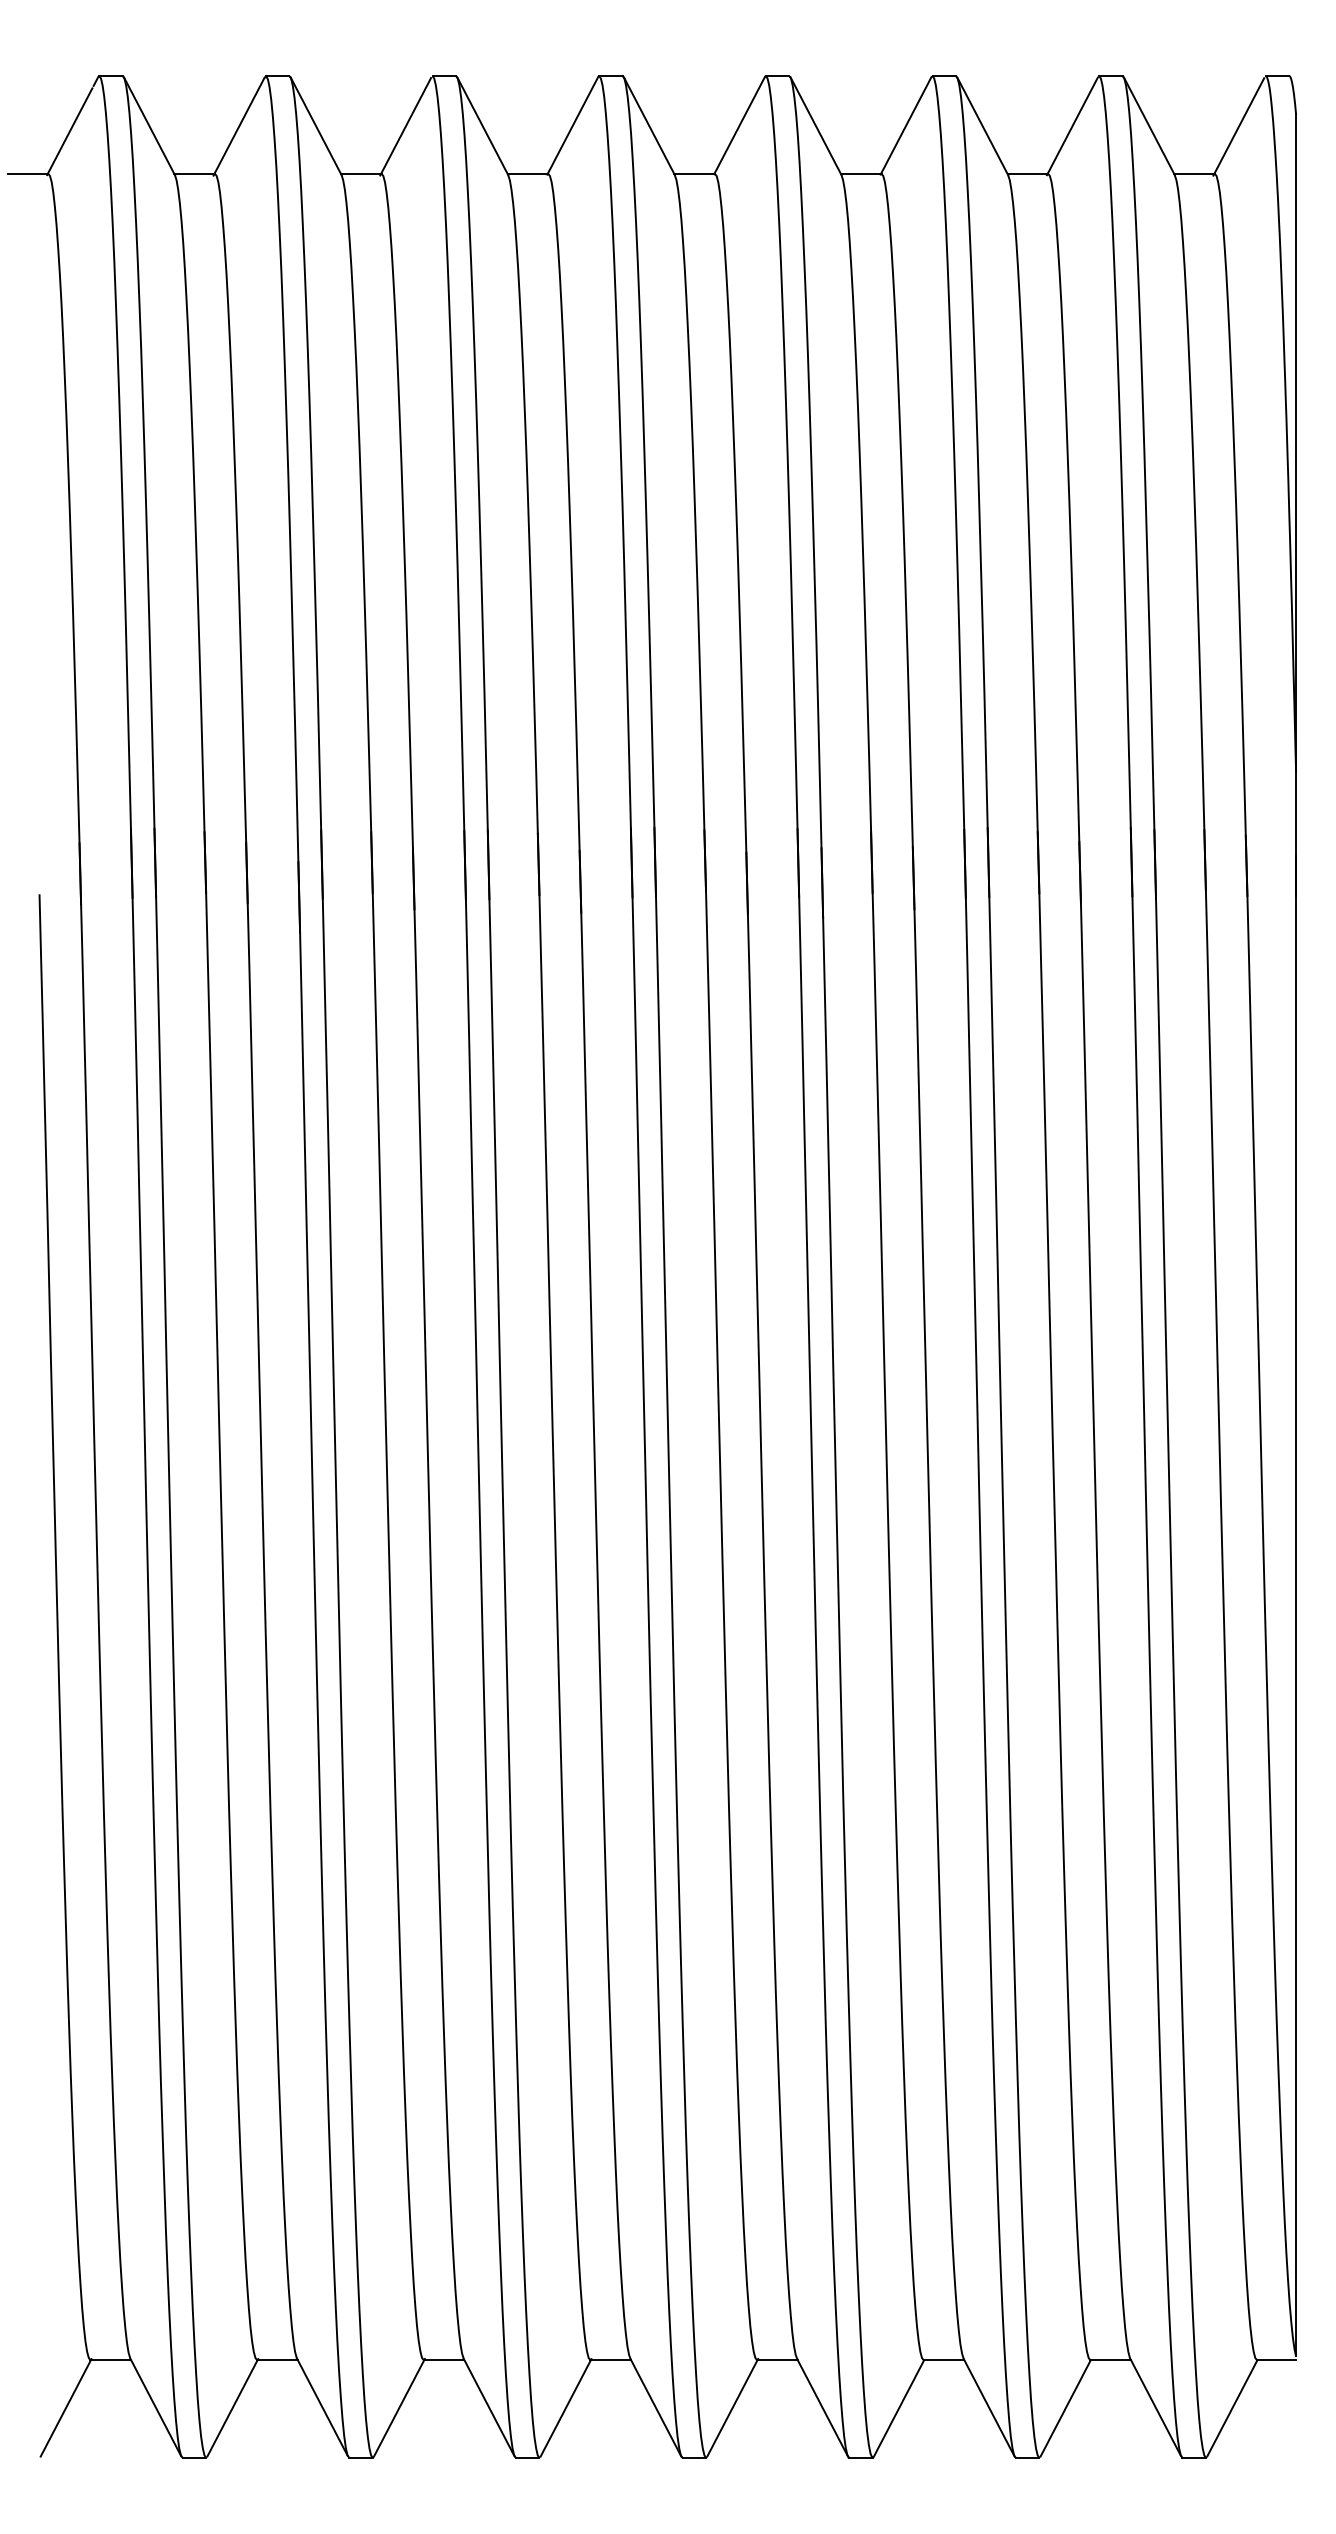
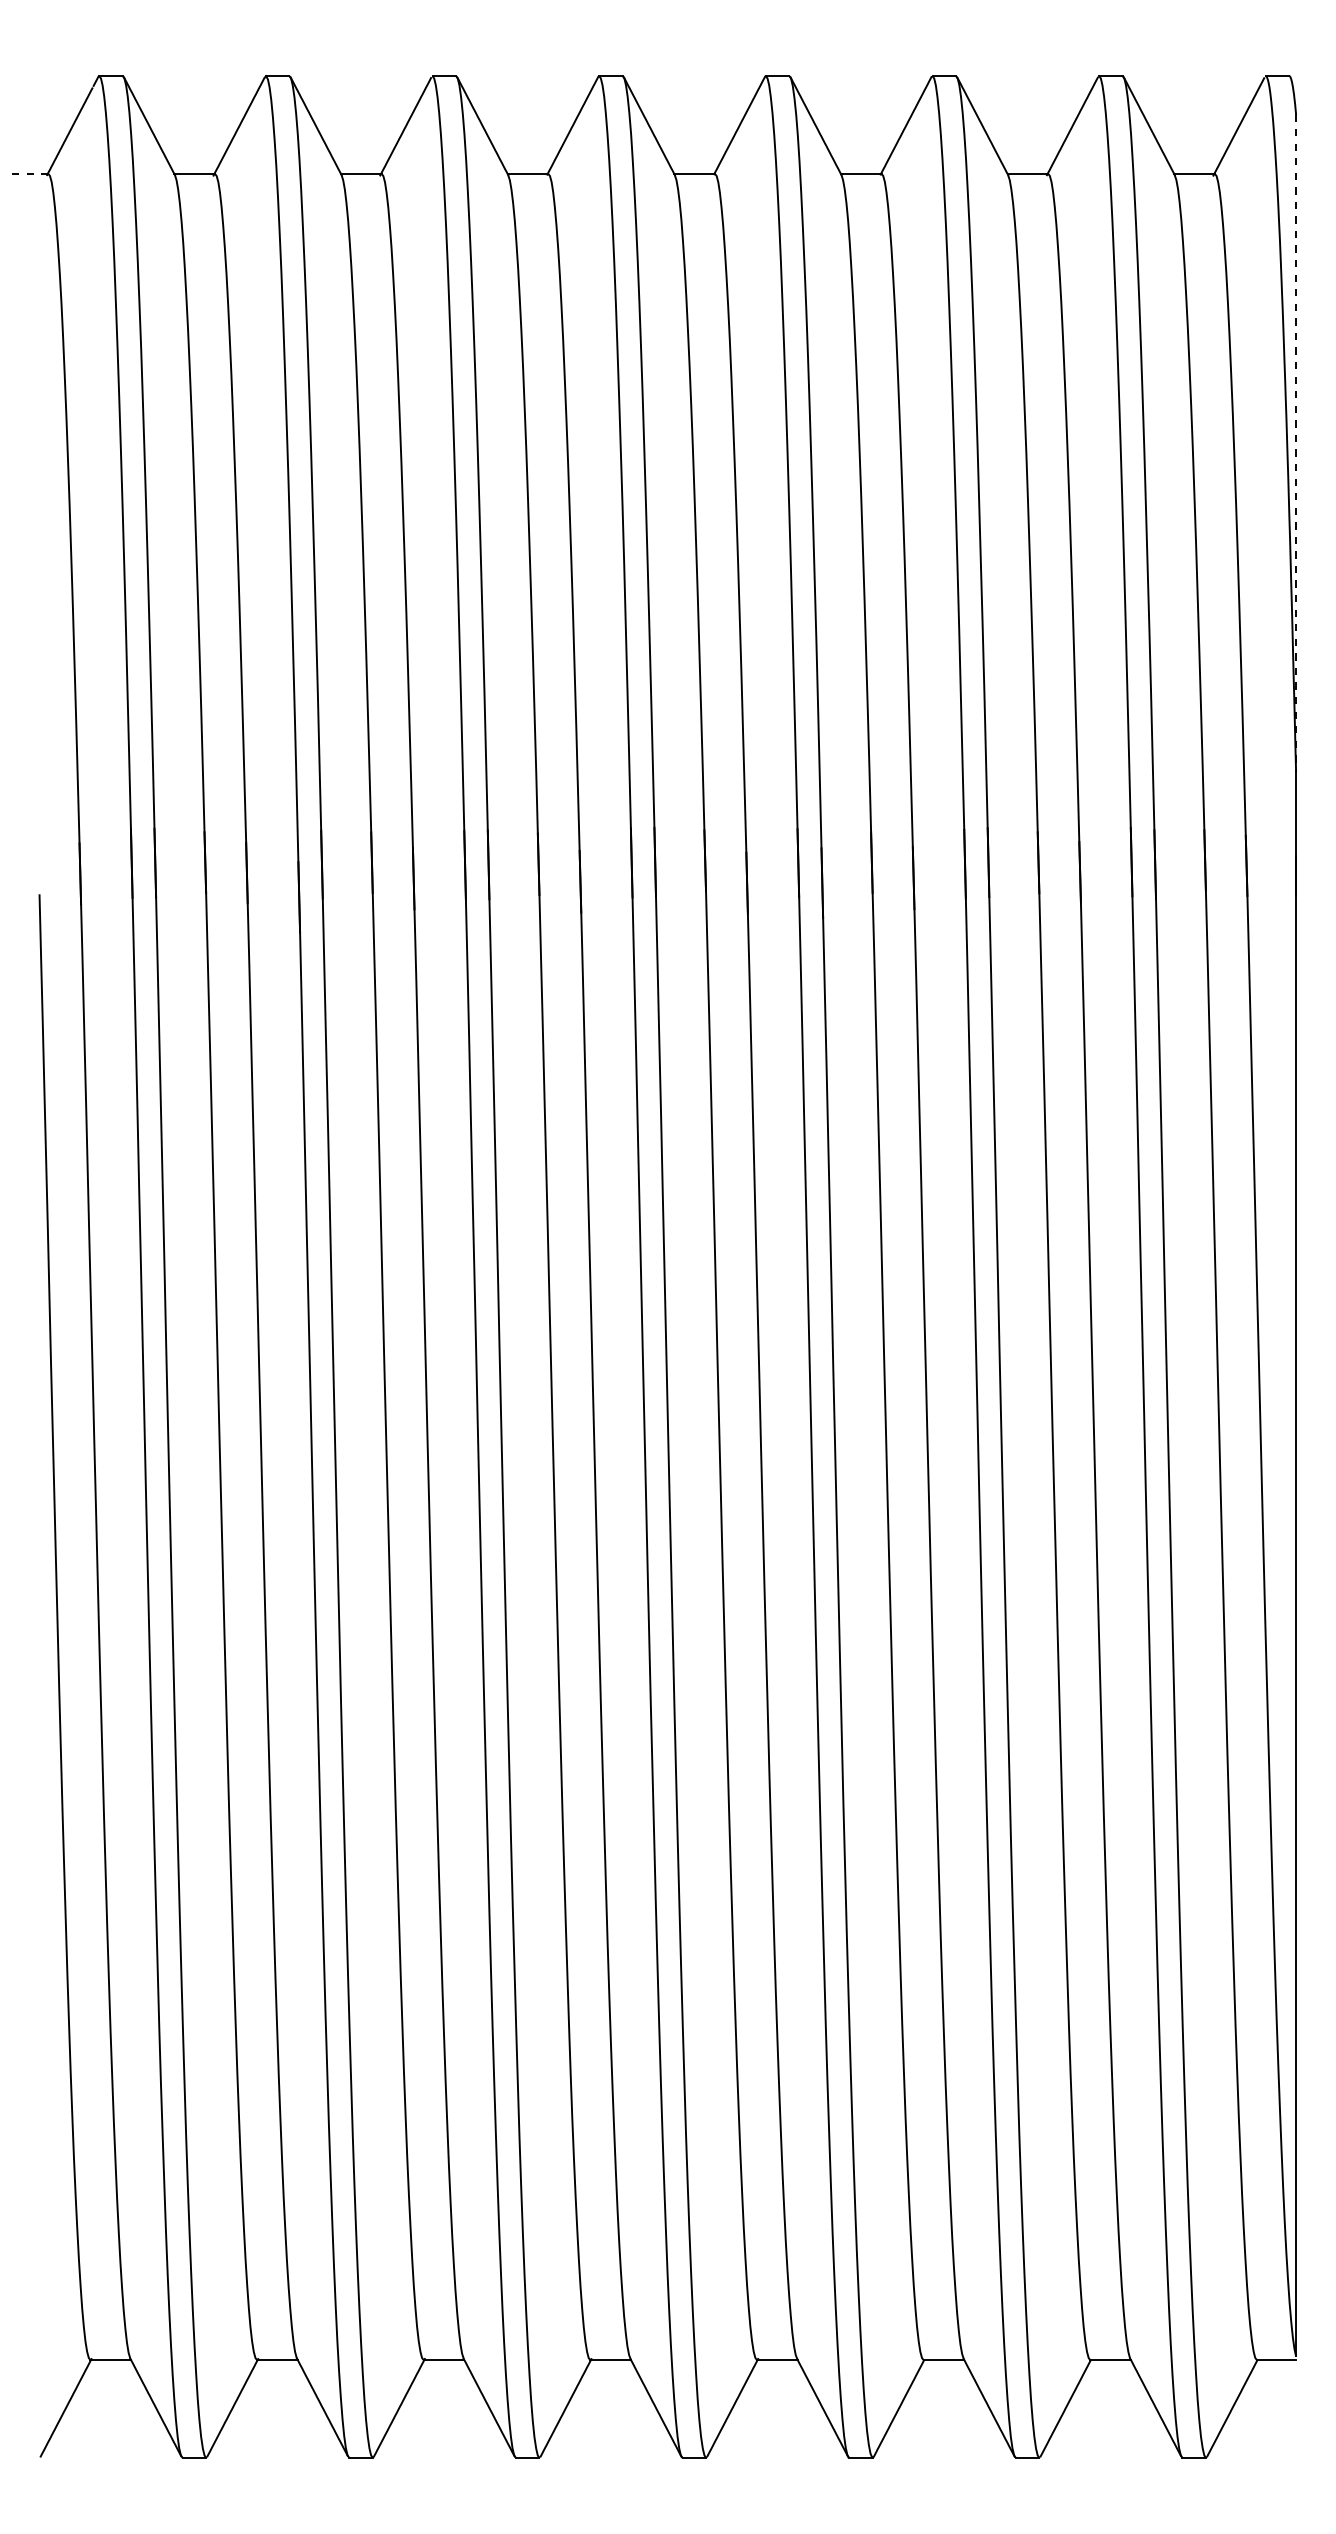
line at (27, 173): solid -> dashed
line at (1296, 443): solid -> dashed
